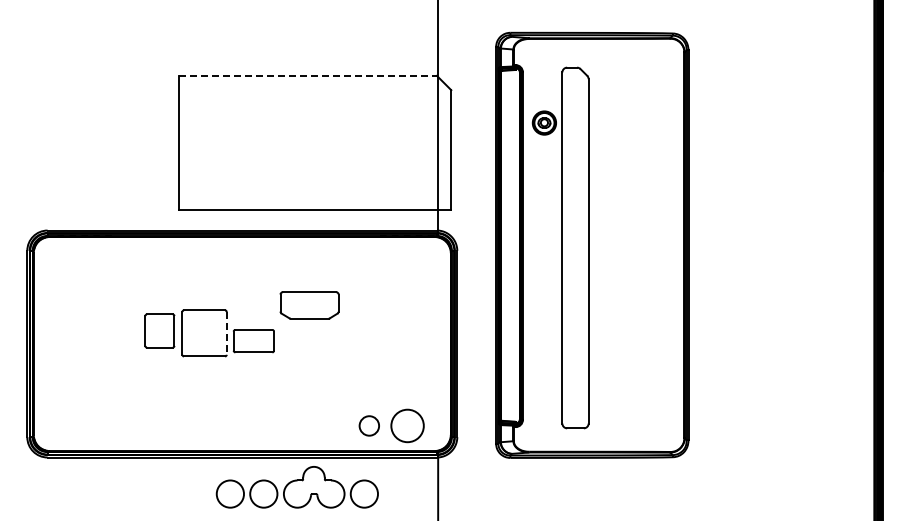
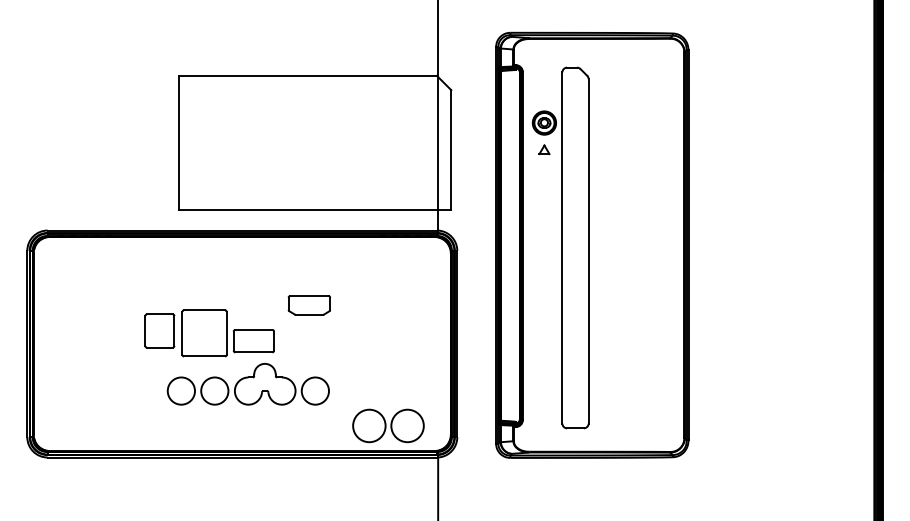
line at (307, 75): dashed -> solid
part at (544, 149): none -> present
part at (309, 305) size: 61x29 px -> 44x21 px
line at (226, 333): dashed -> solid
circle at (369, 425) diameter: 19 px -> 32 px
part at (296, 487) position: (296, 487) -> (247, 384)
